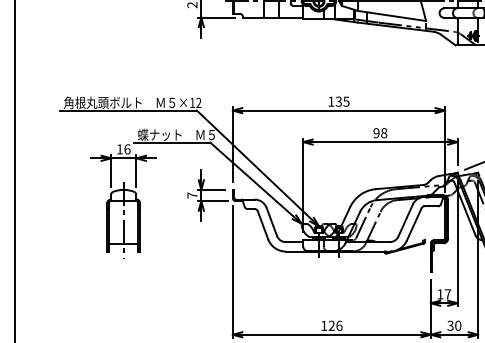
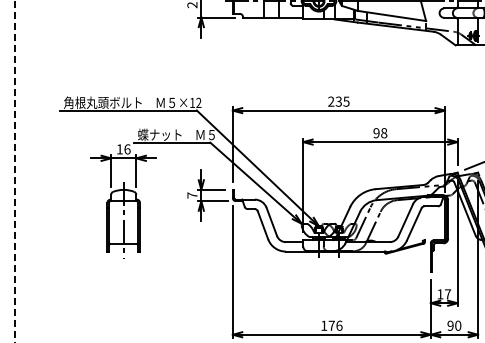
text at (331, 101): 135 -> 235
line at (15, 171): solid -> dashed
text at (331, 325): 126 -> 176
text at (450, 325): 30 -> 90
